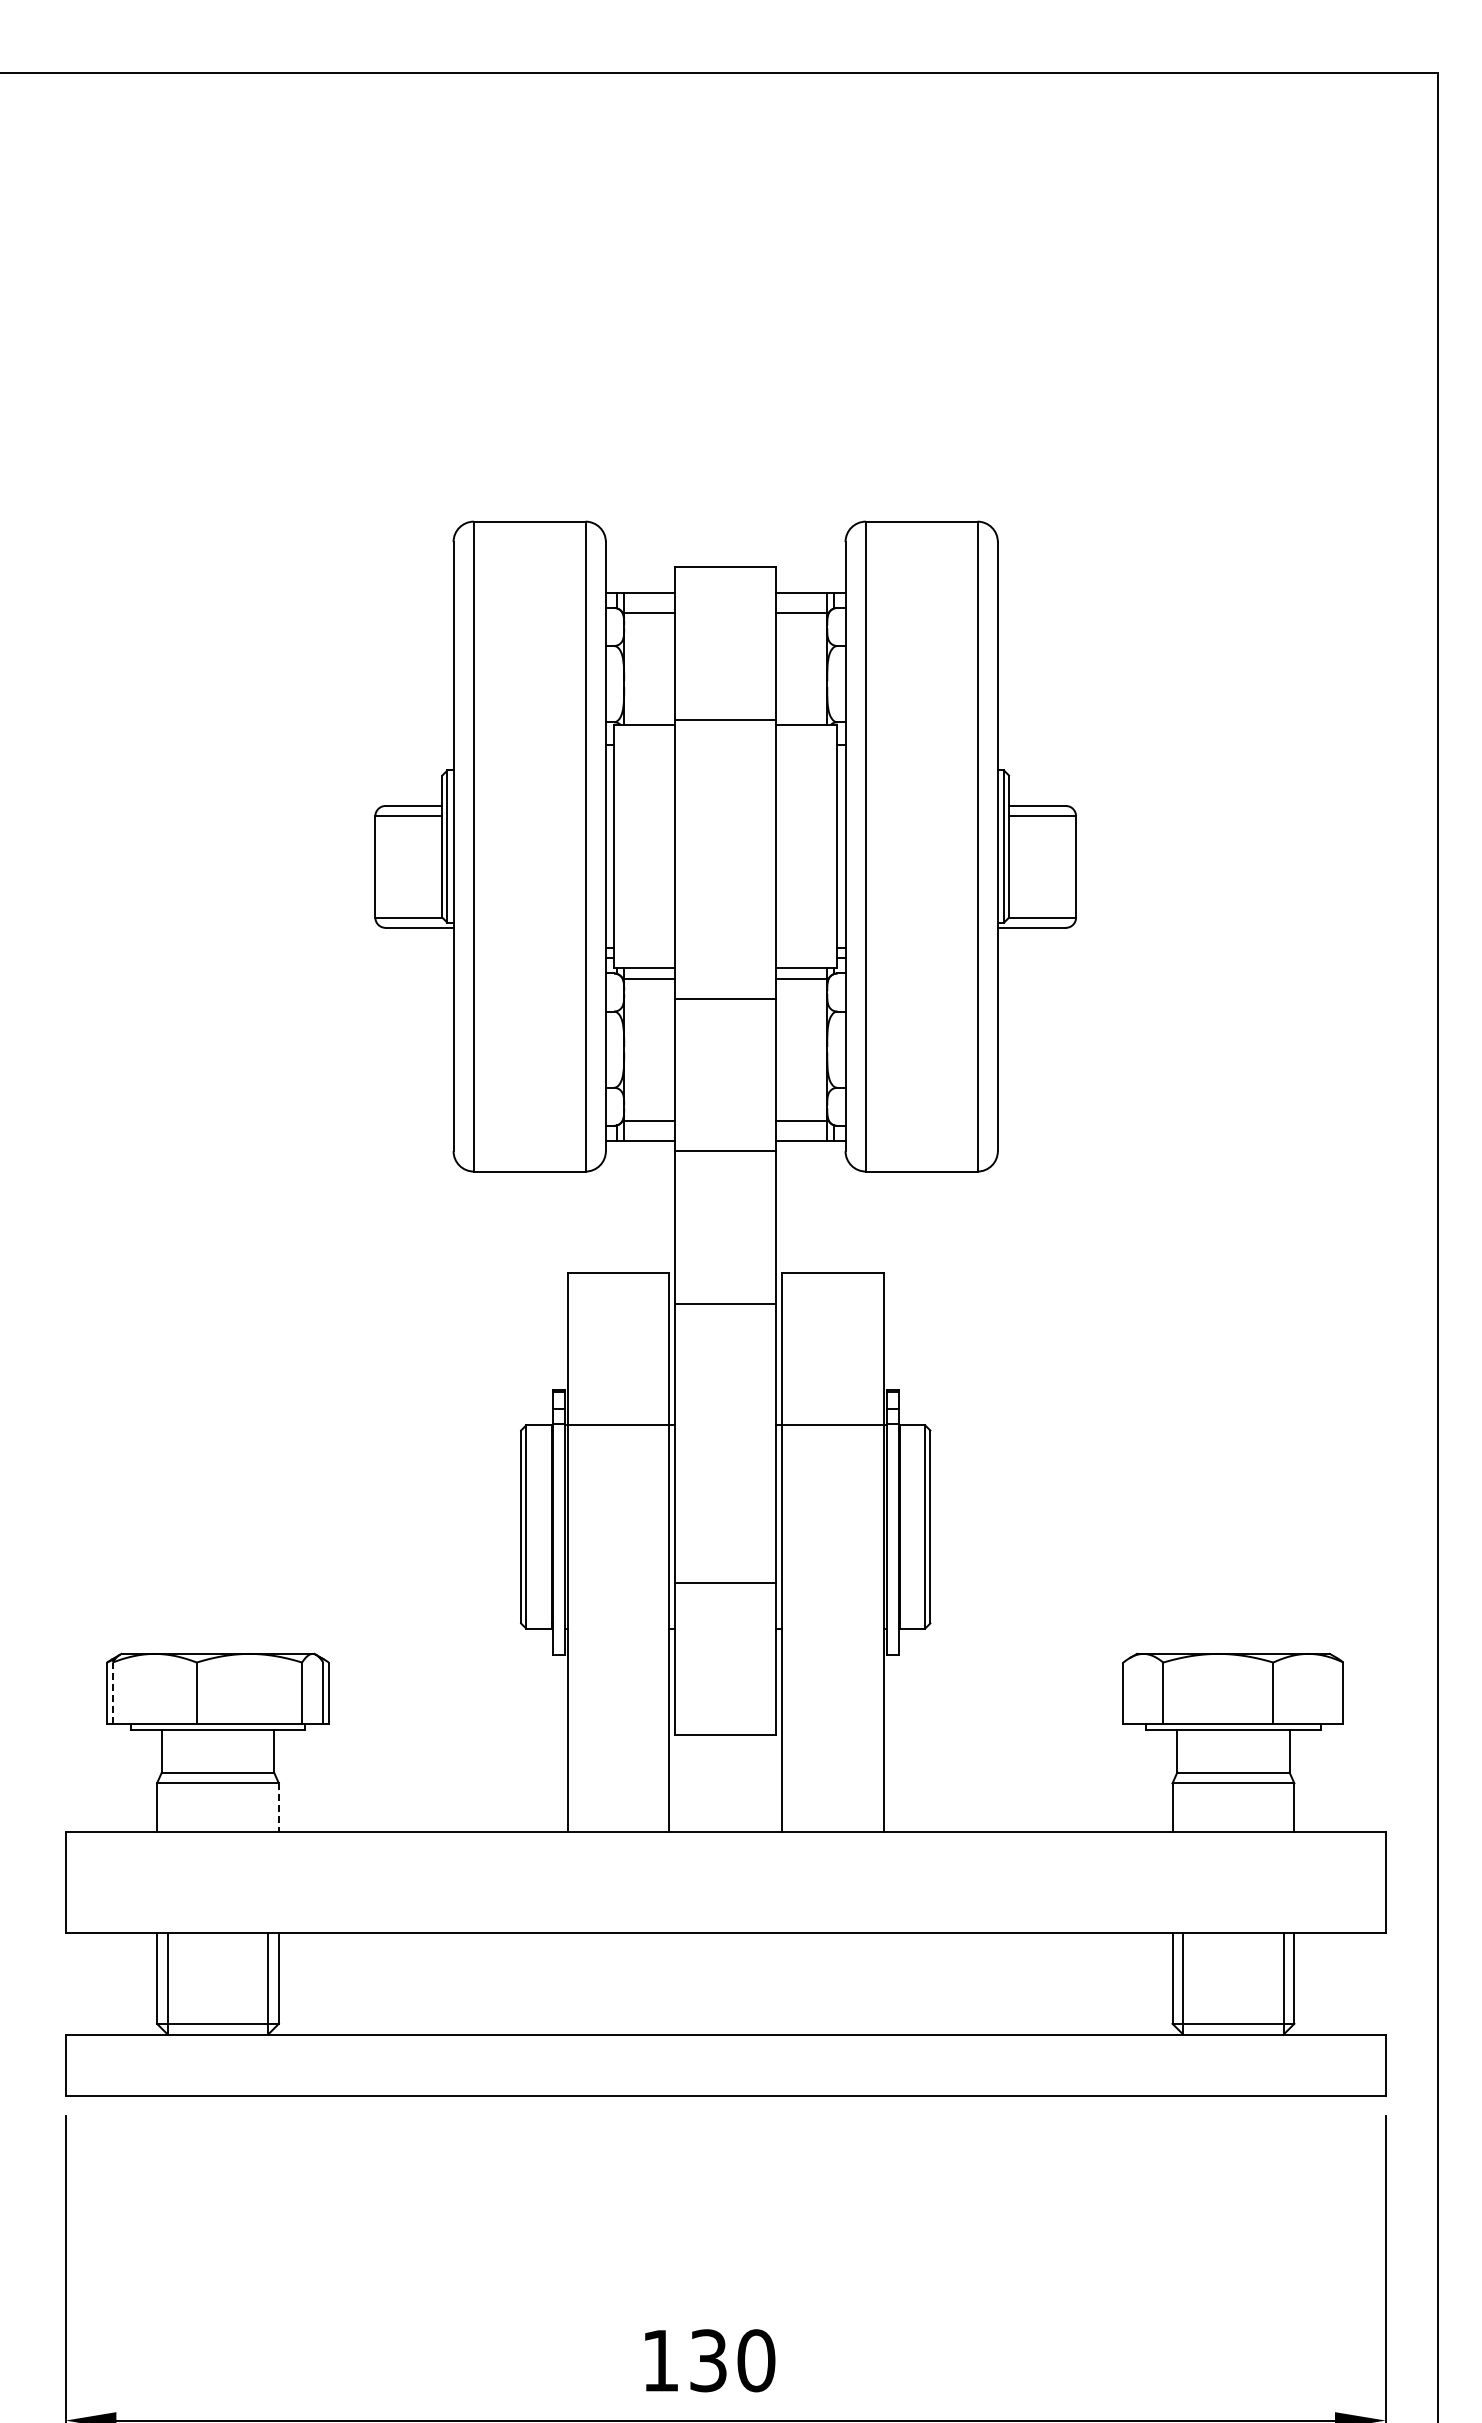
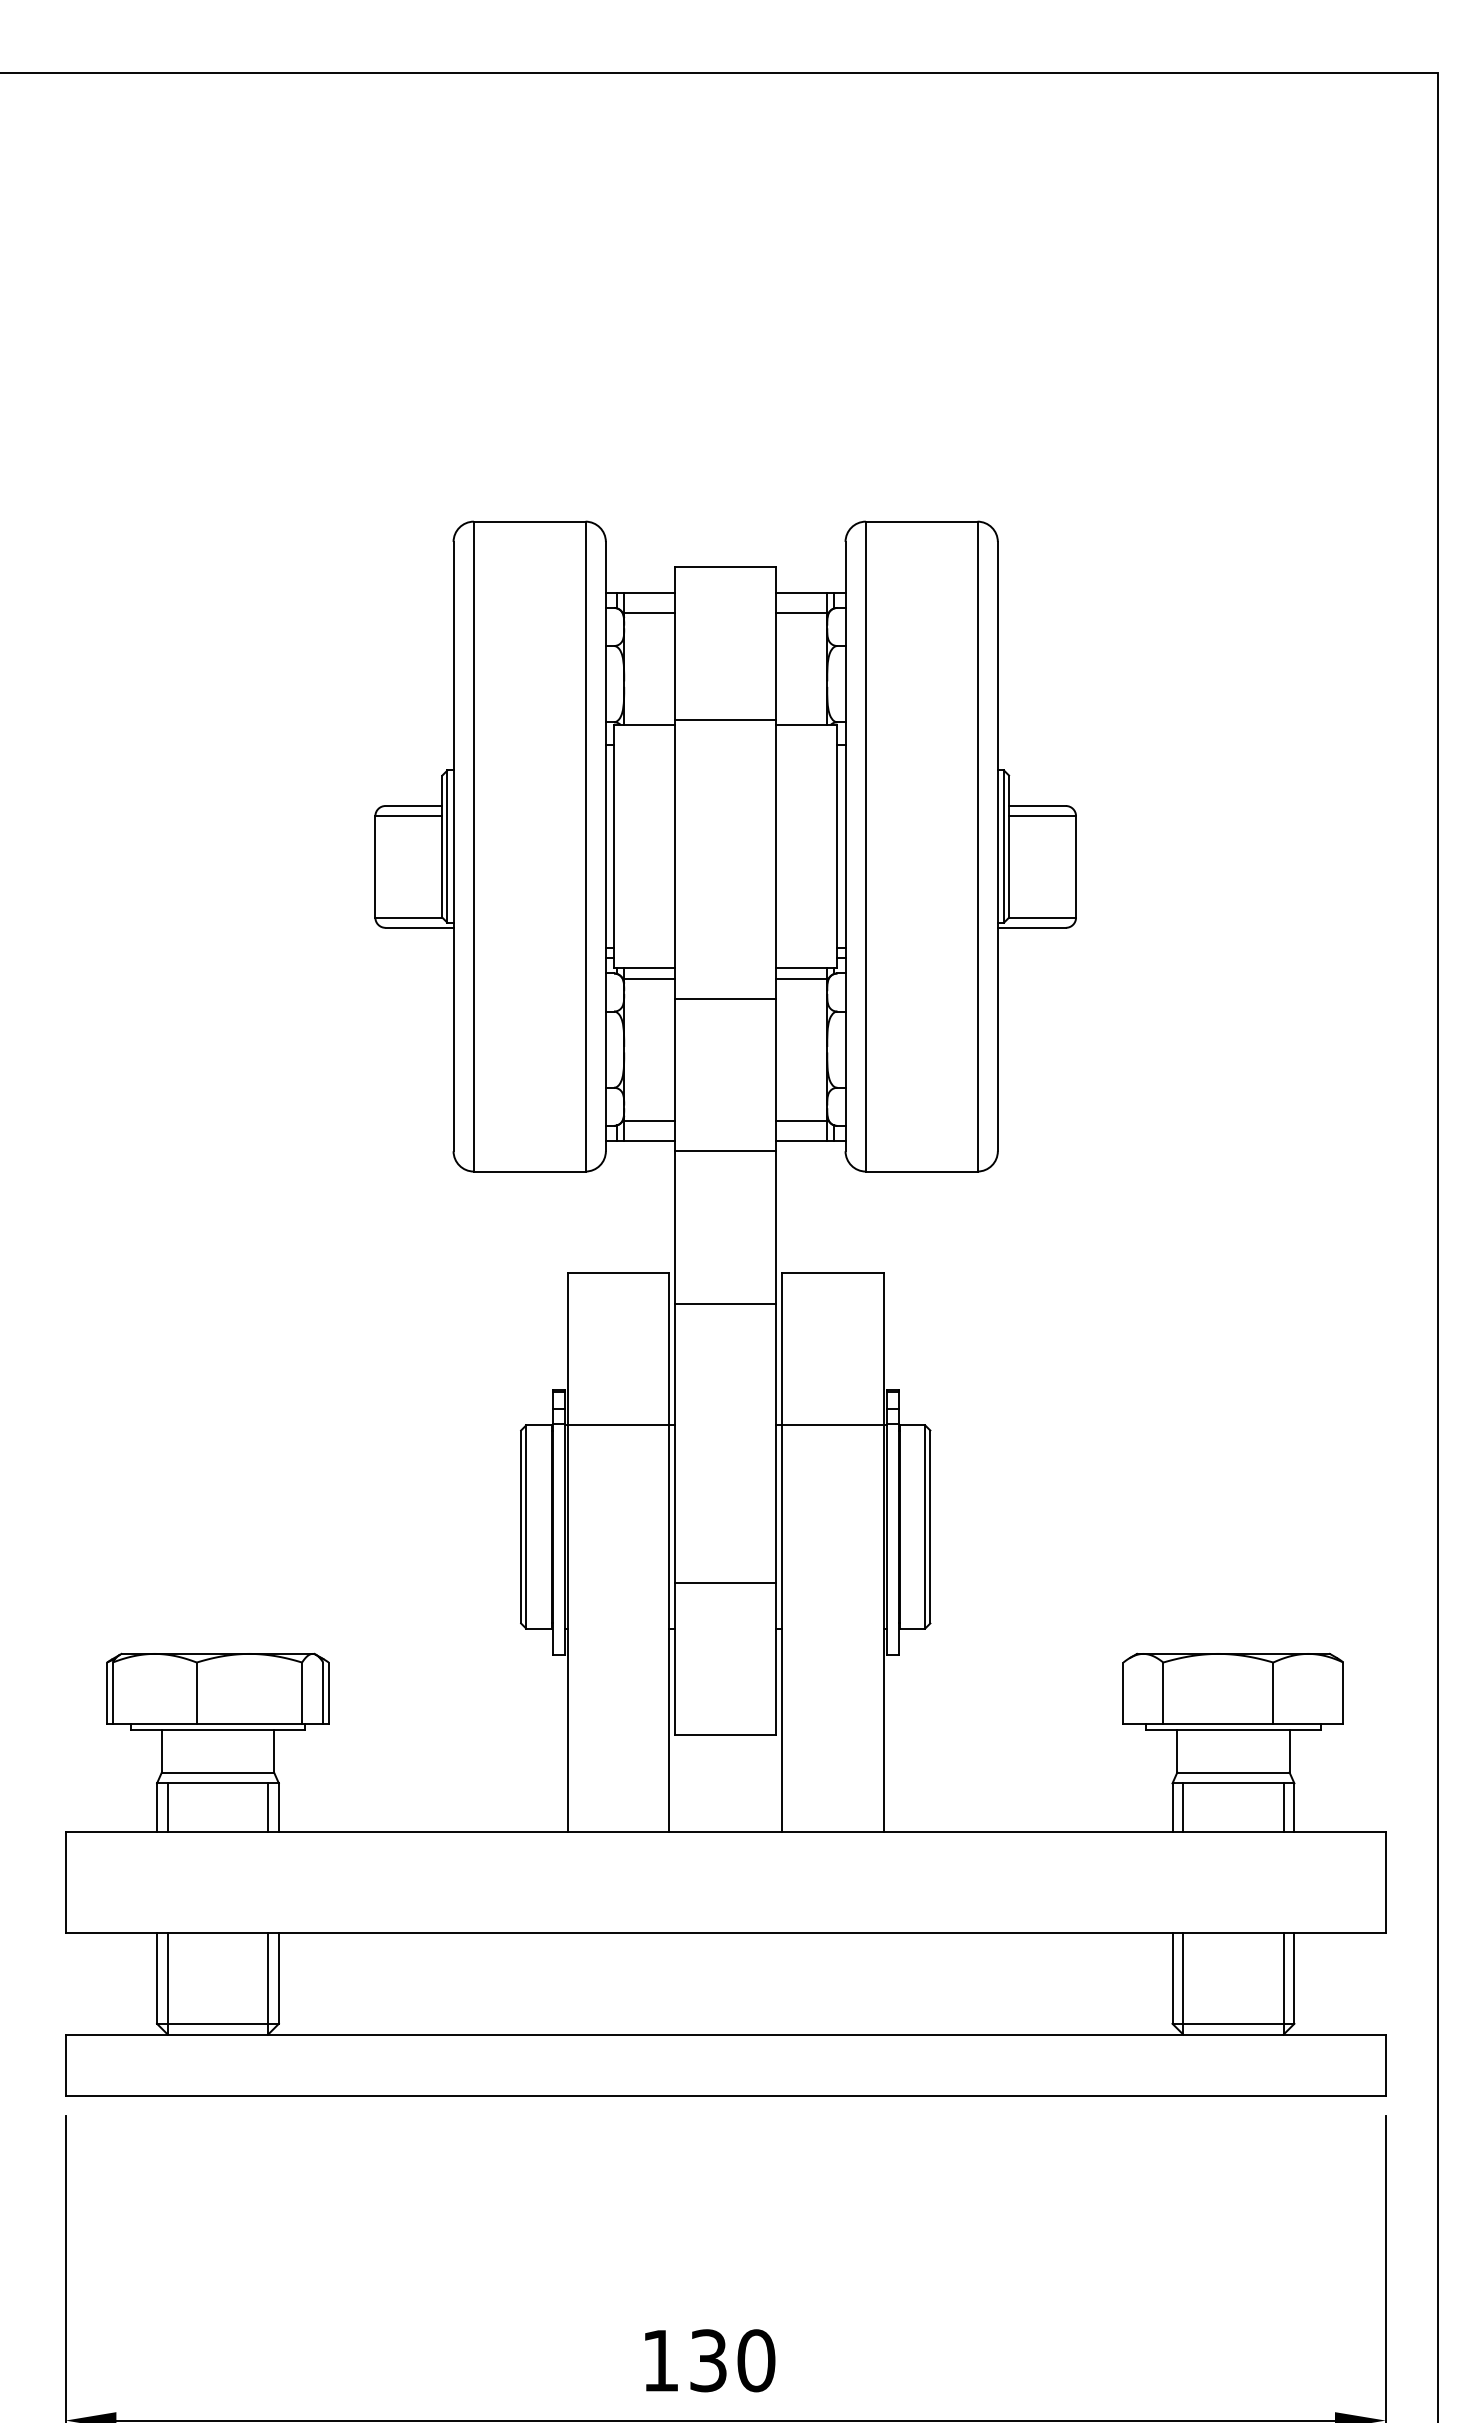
line at (112, 1693): dashed -> solid
line at (167, 1807): none -> present
line at (268, 1807): none -> present
line at (1183, 1807): none -> present
line at (1283, 1807): none -> present
line at (278, 1808): dashed -> solid
